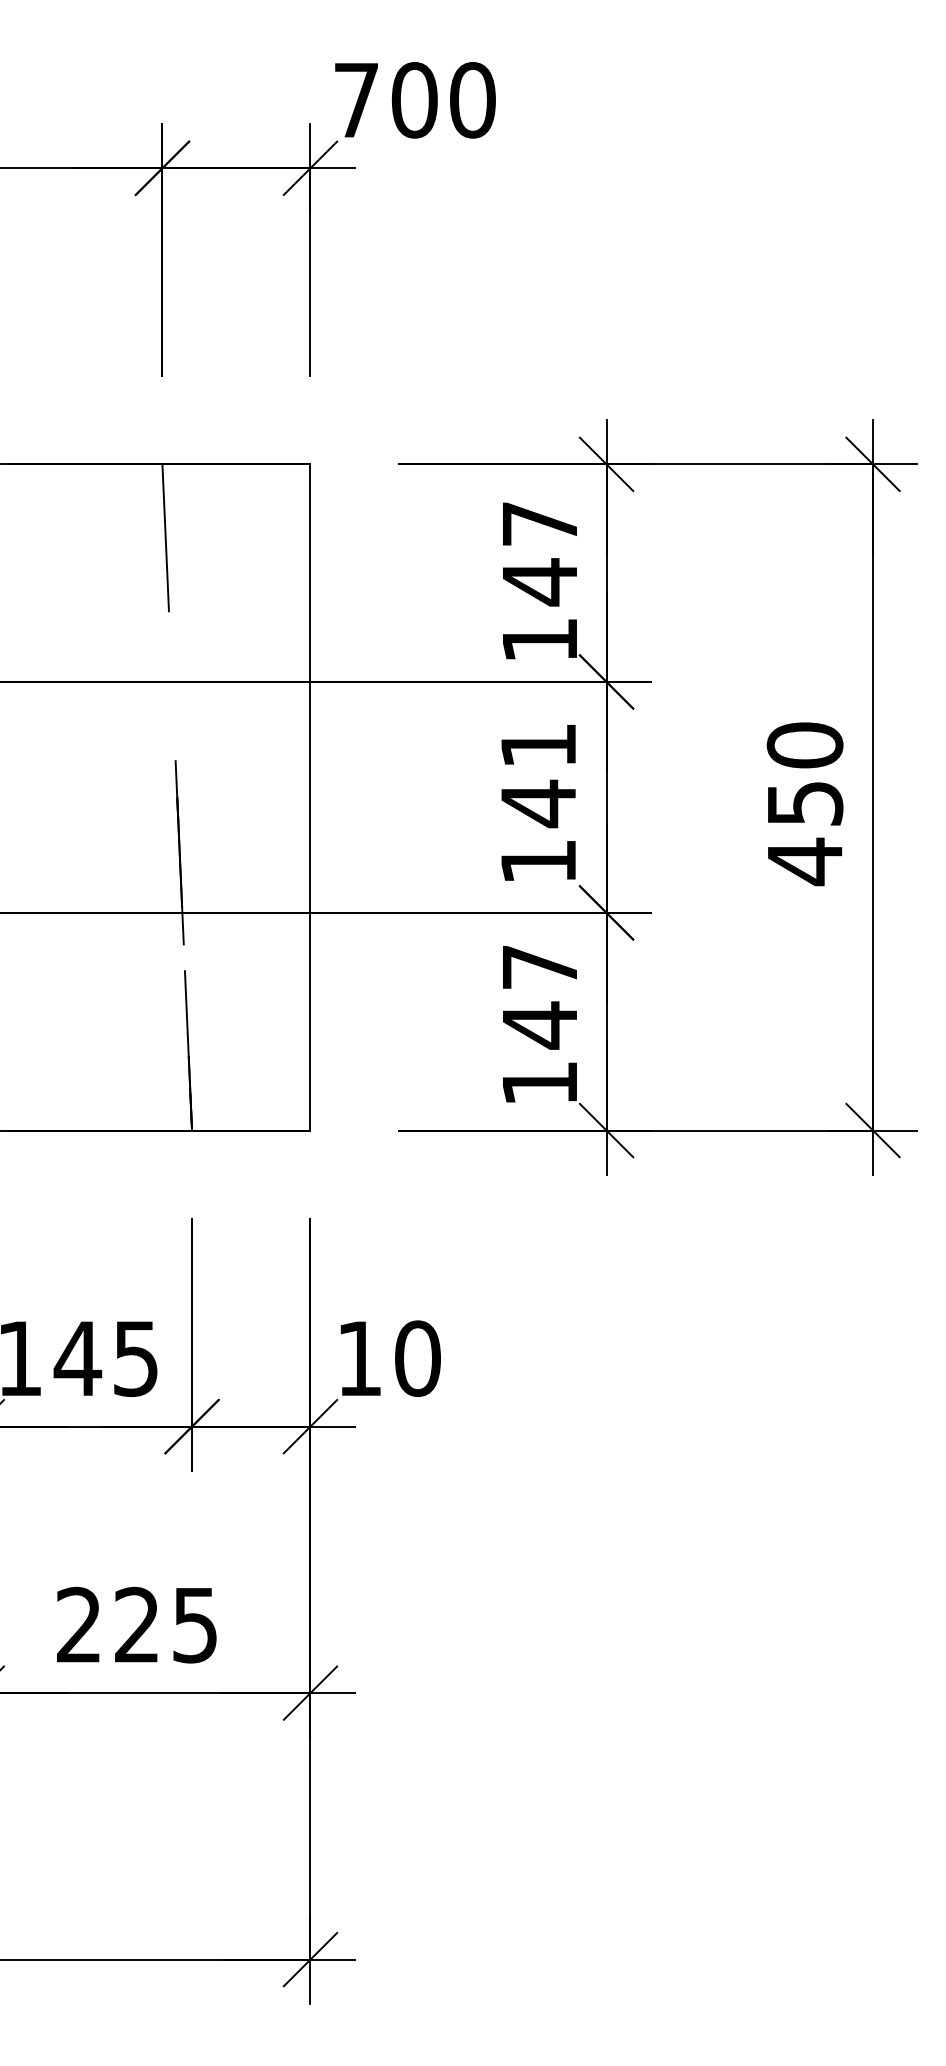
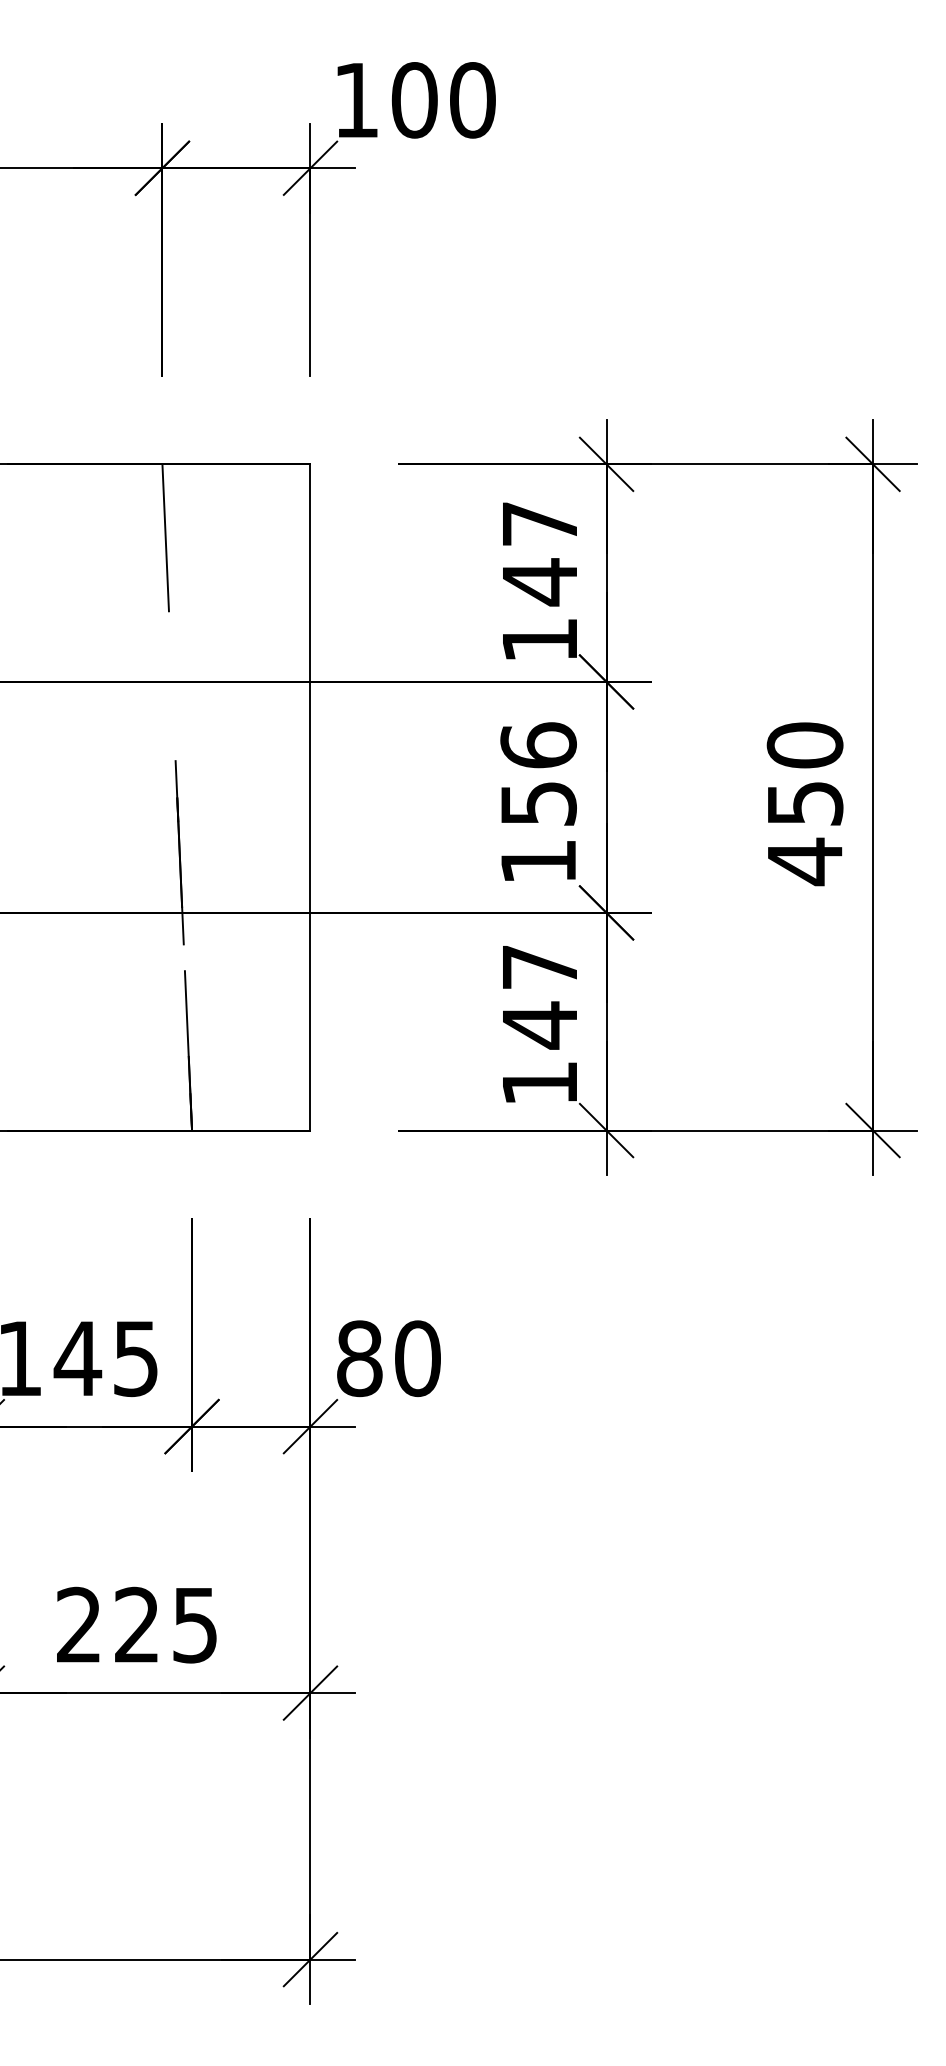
text at (356, 100): 700 -> 100
text at (538, 775): 141 -> 156
text at (359, 1358): 10 -> 80
